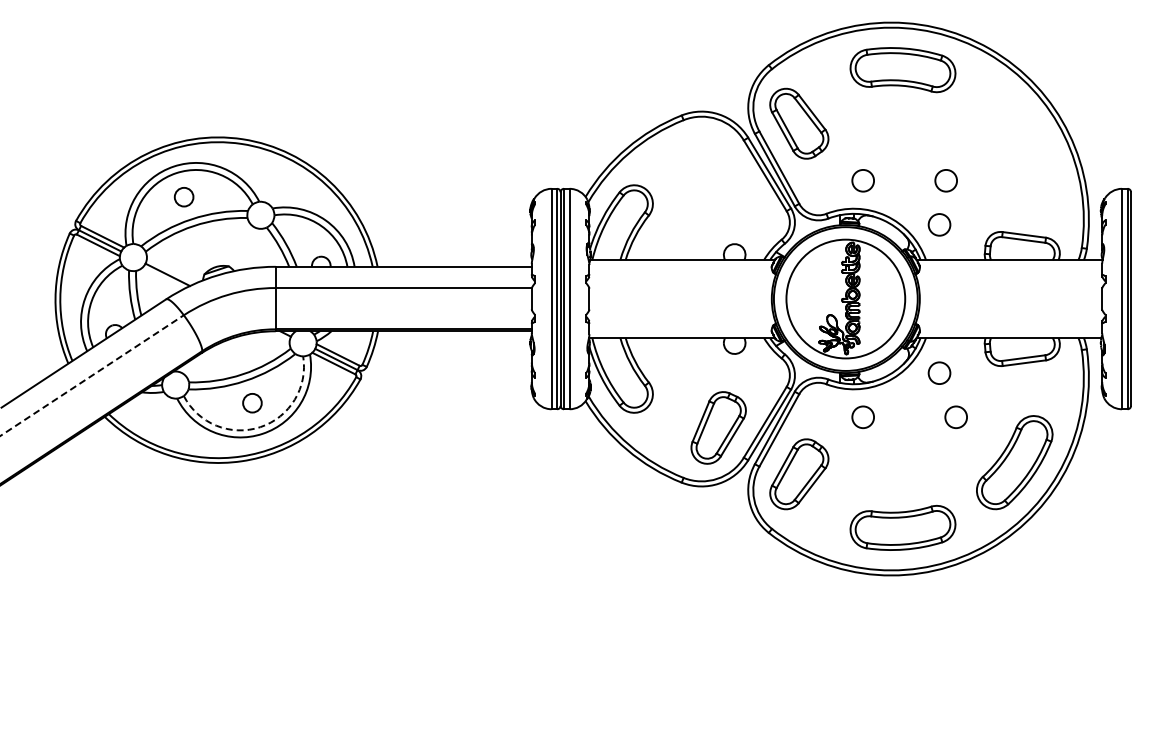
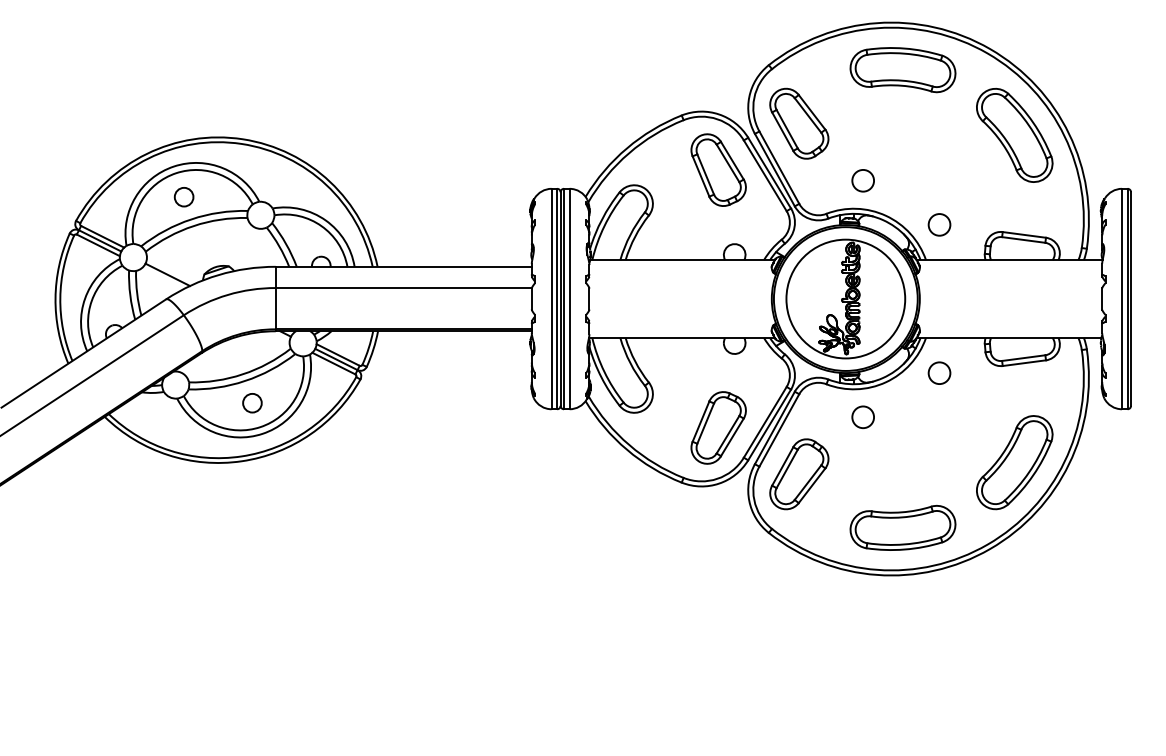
part at (1014, 134): none -> present
part at (718, 169): none -> present
circle at (945, 180): present -> none
line at (92, 375): dashed -> solid
circle at (955, 417): present -> none
arc at (260, 427): dashed -> solid
